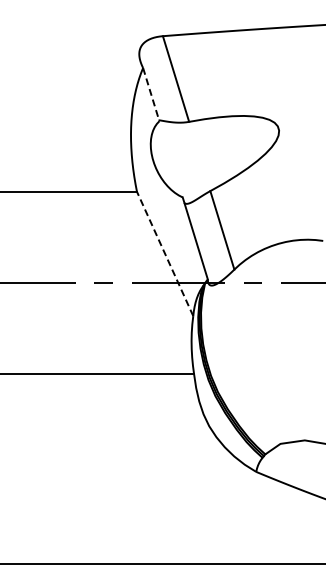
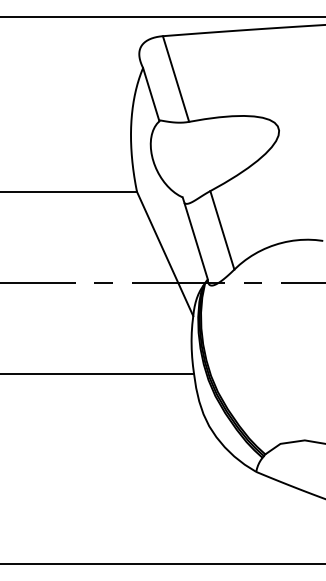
line at (162, 17): none -> present
line at (151, 94): dashed -> solid
line at (164, 253): dashed -> solid
